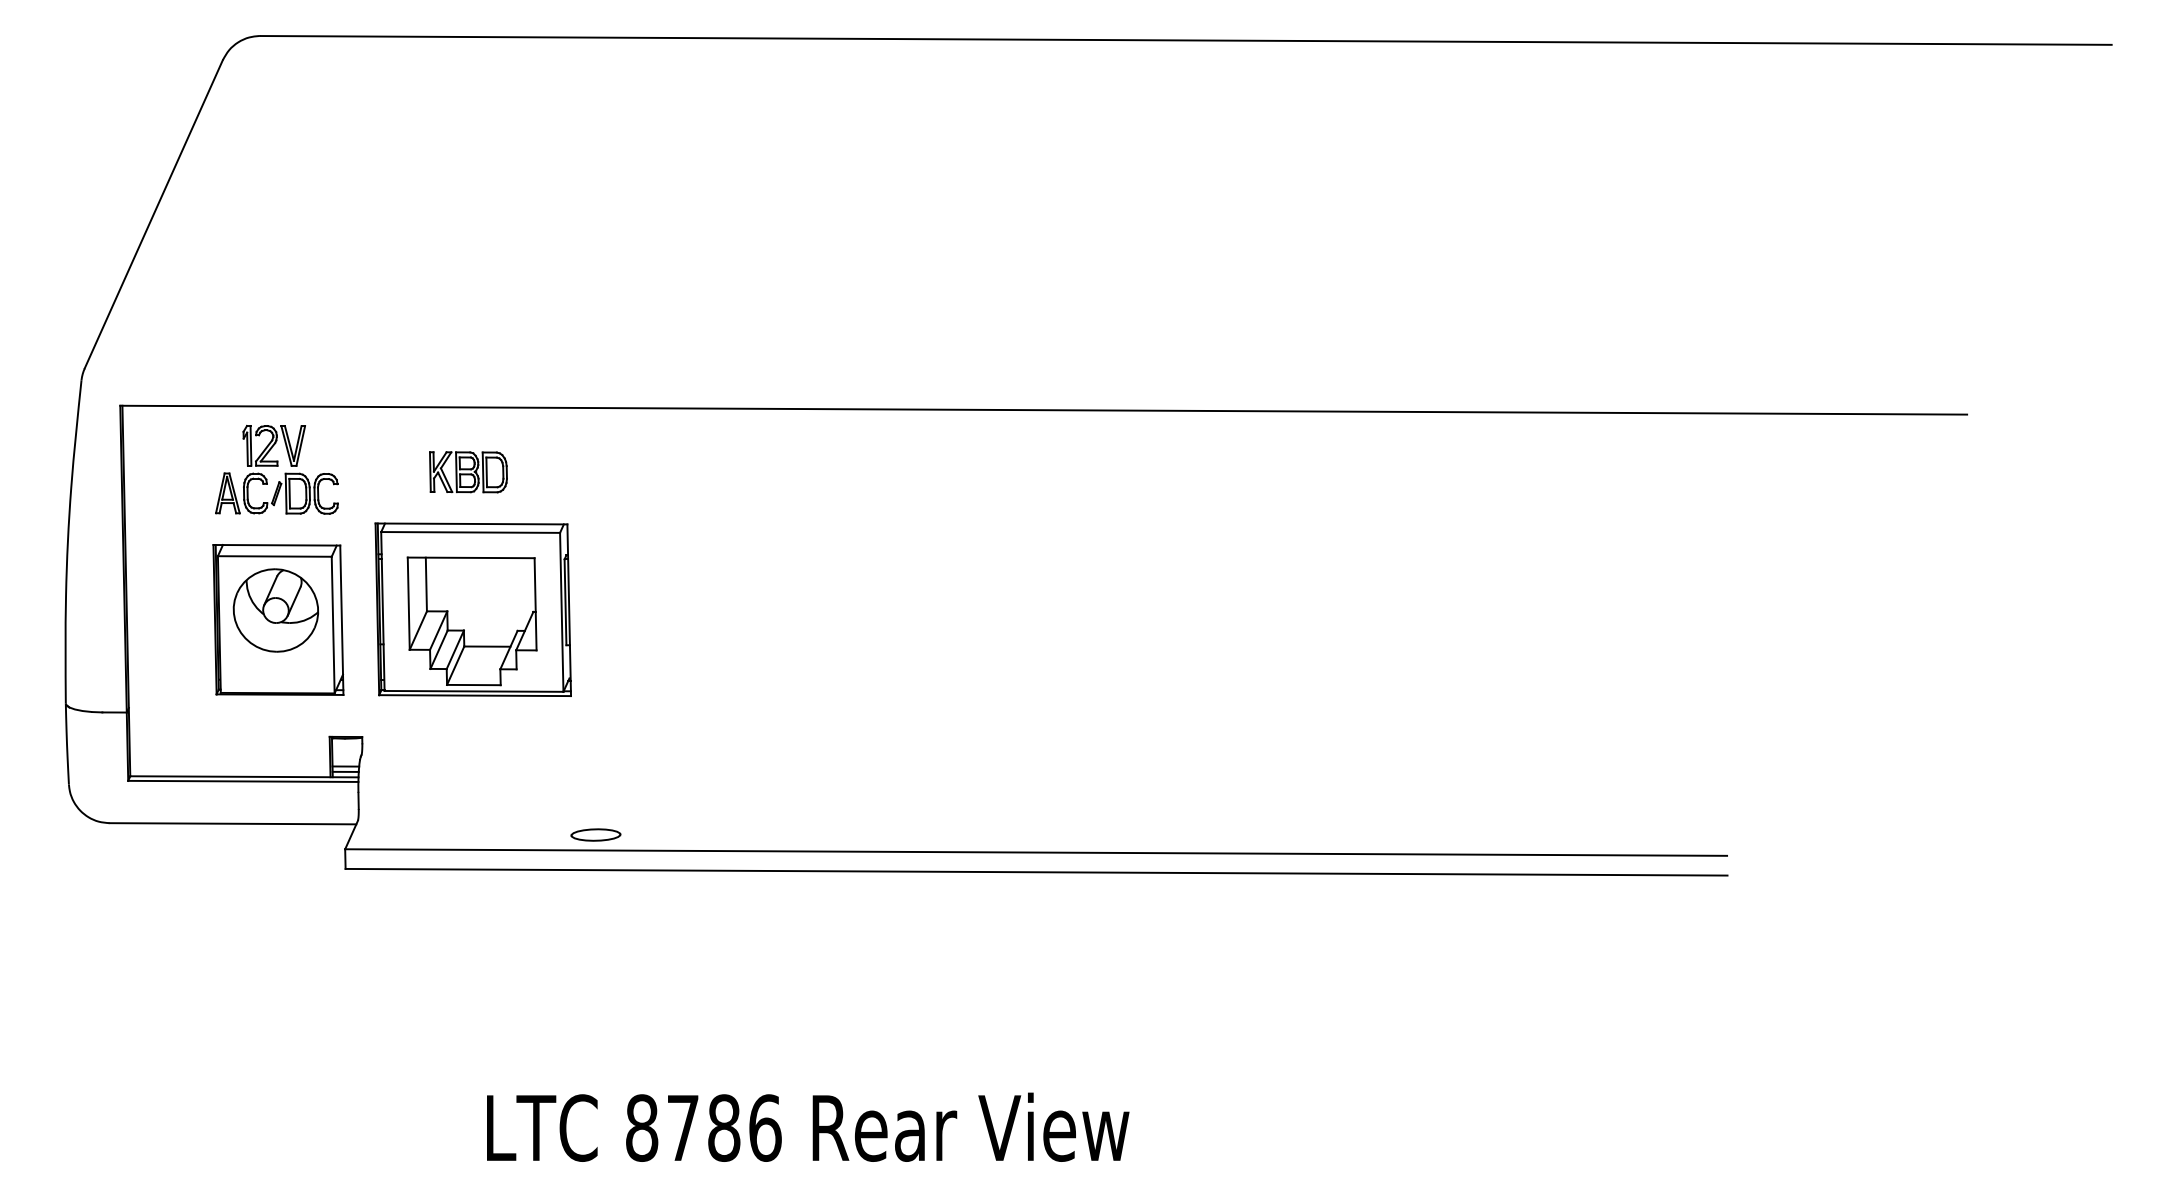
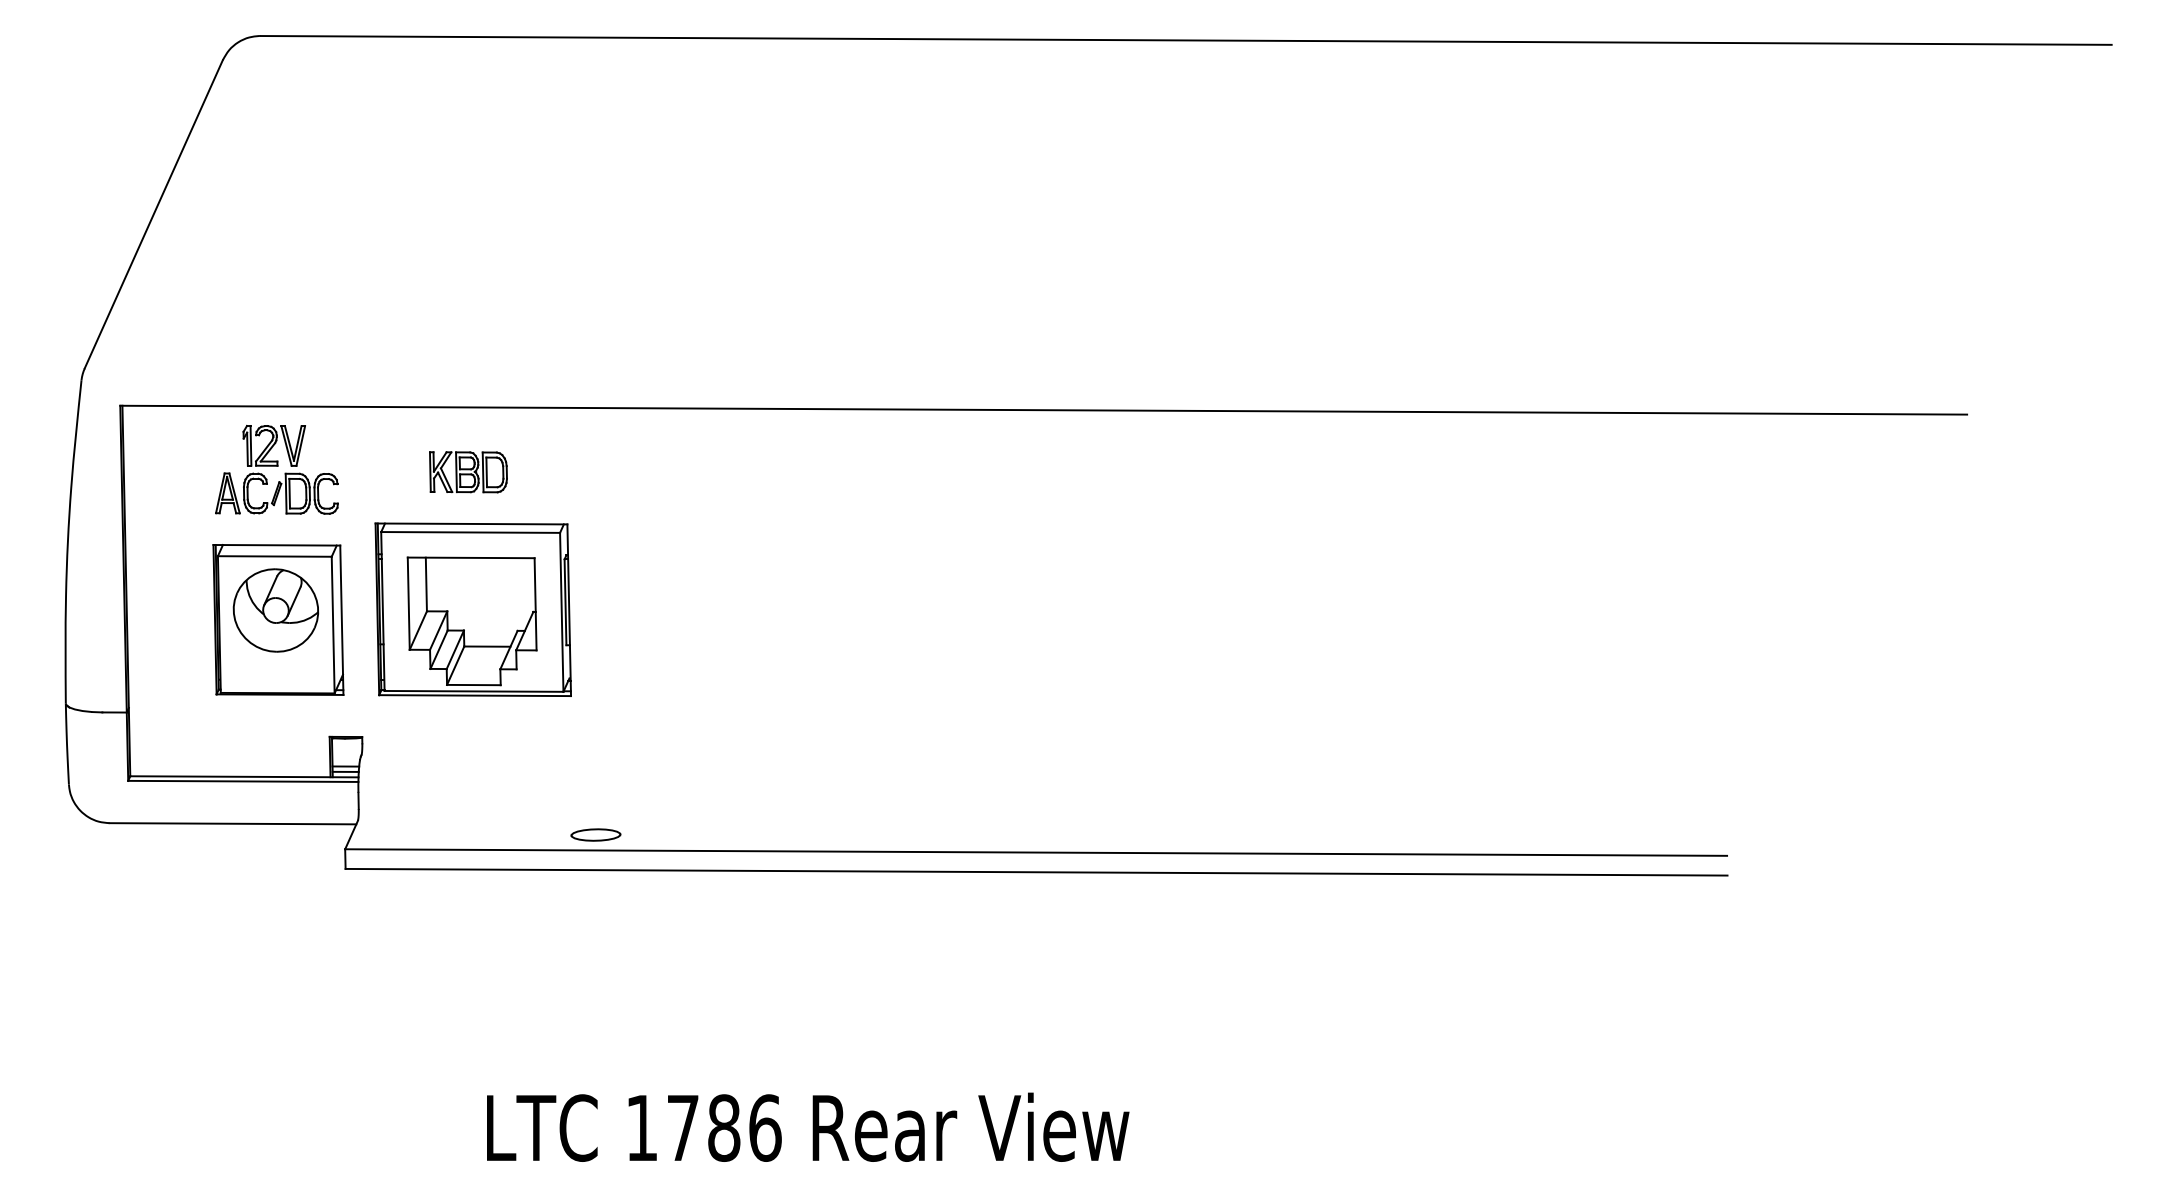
text at (642, 1127): 8786 -> 1786
